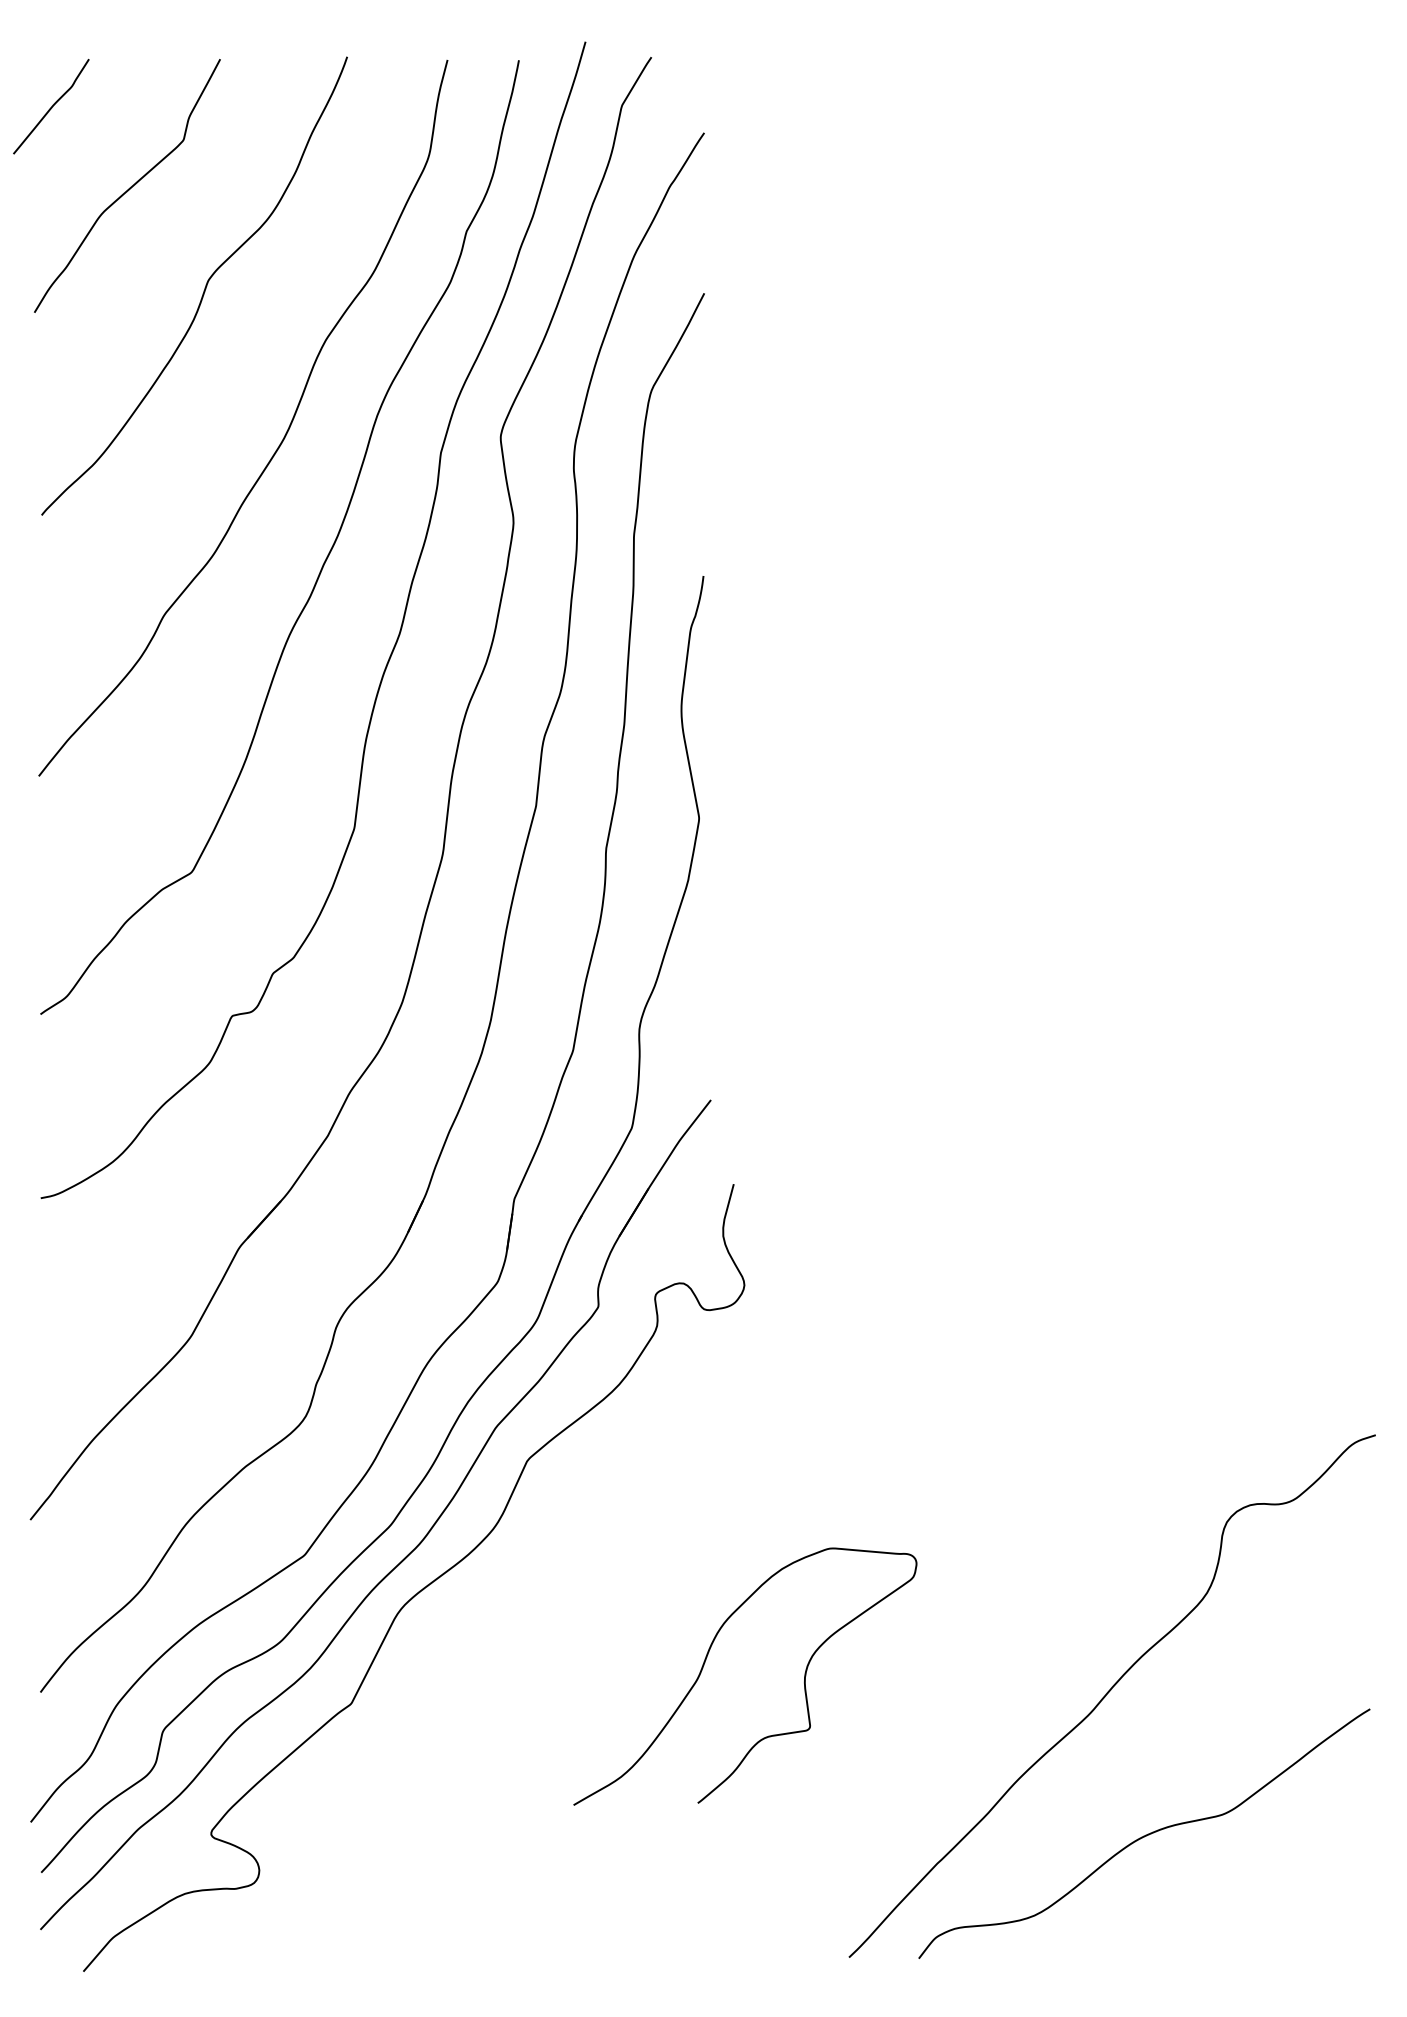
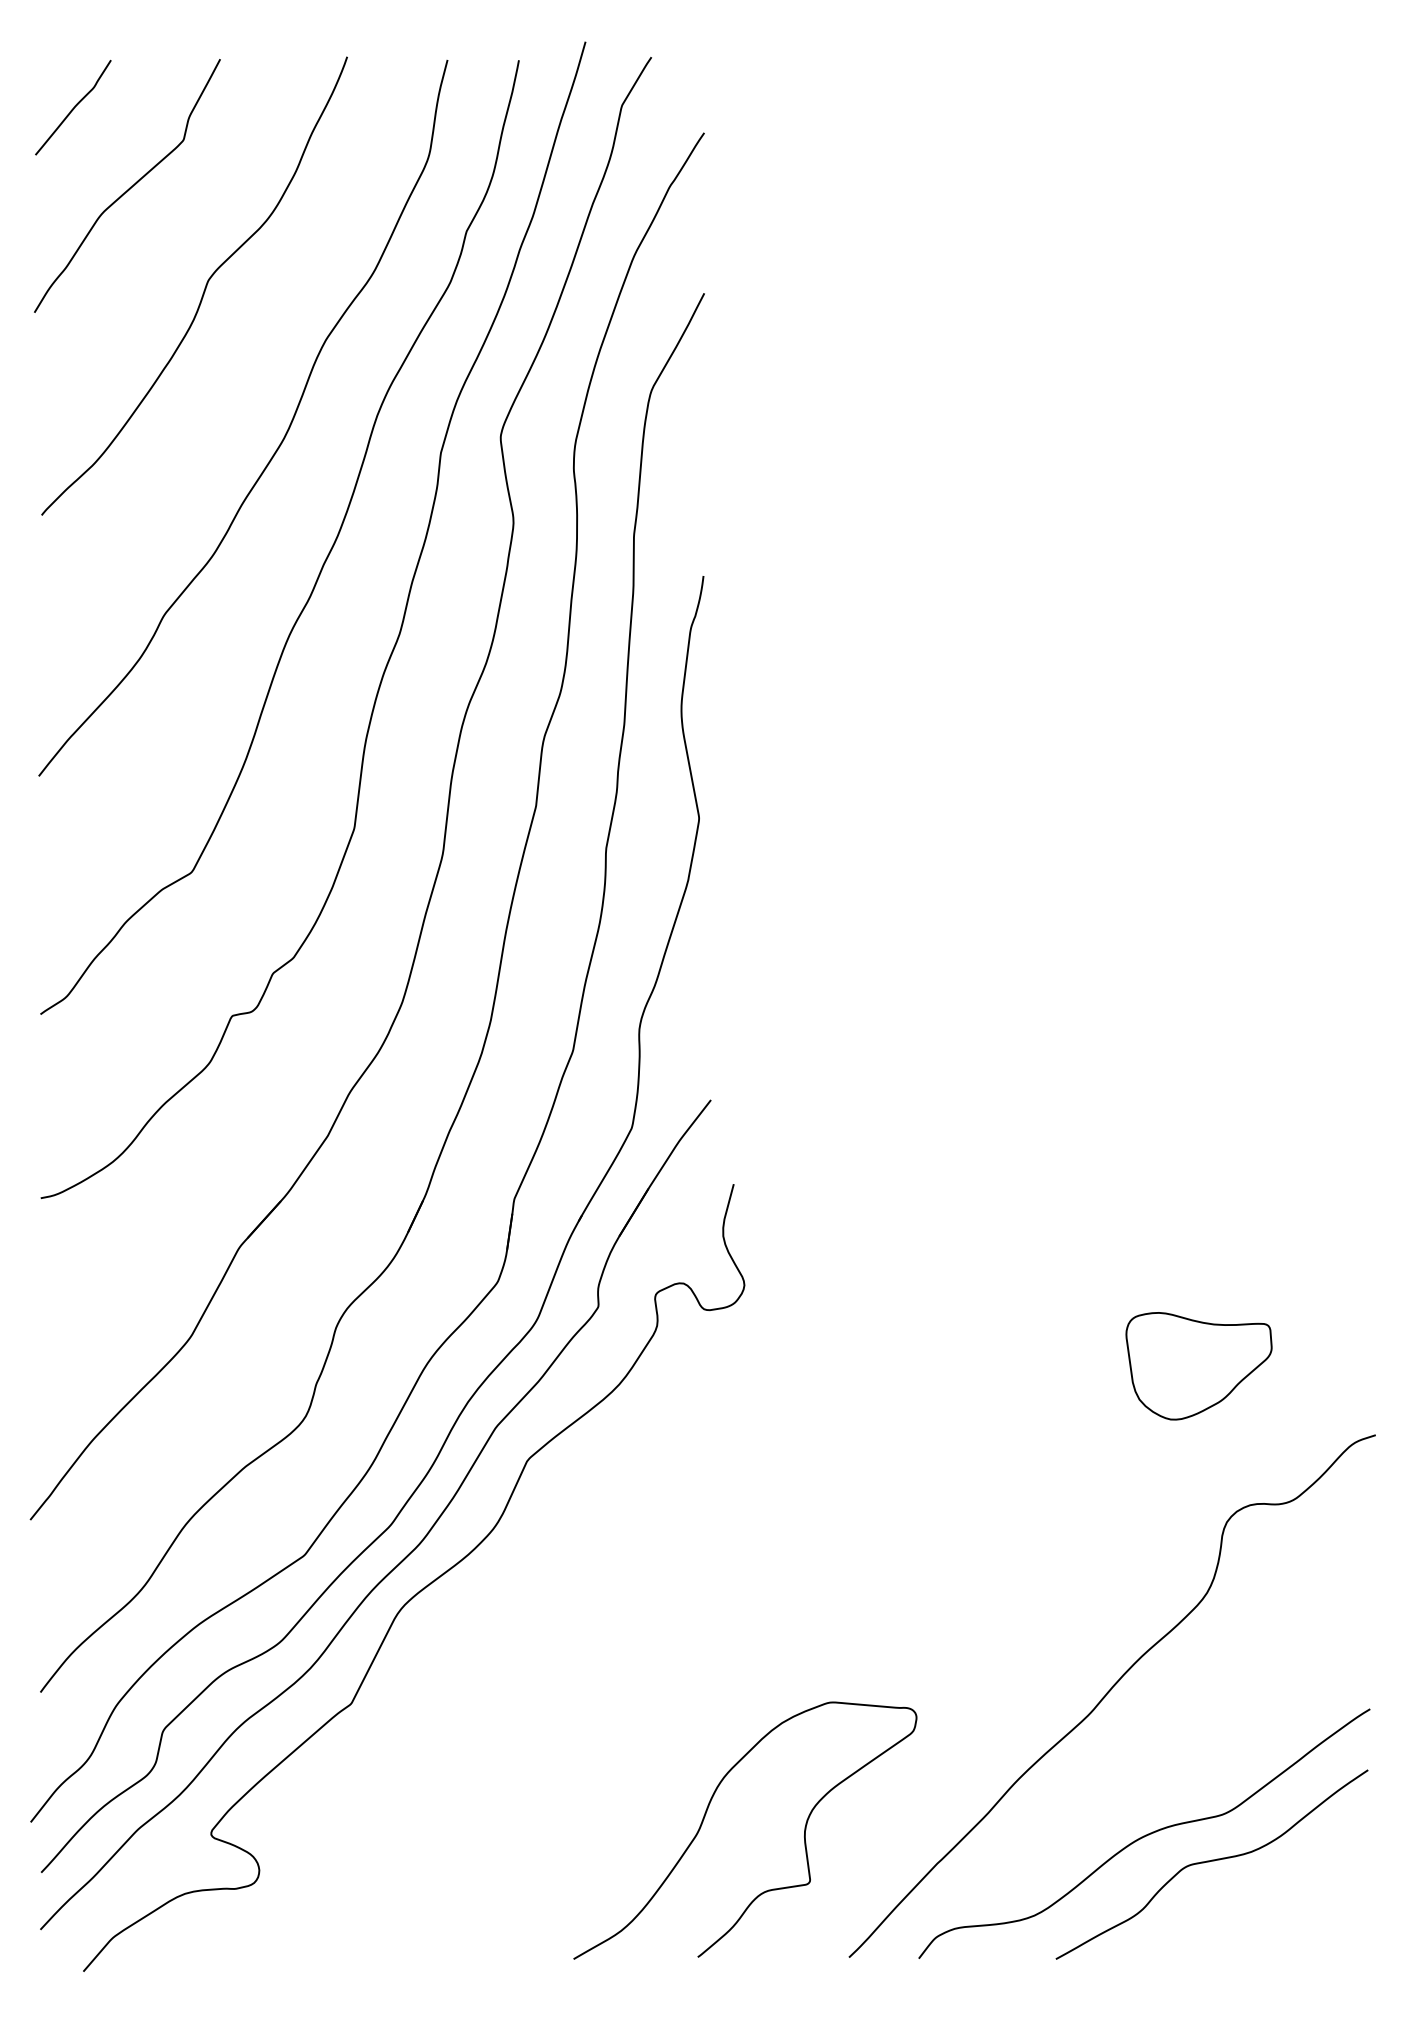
curve at (51, 106) position: (51, 106) -> (73, 107)
part at (1198, 1366): none -> present
curve at (706, 1660) position: (706, 1660) -> (706, 1814)
curve at (1209, 1862): none -> present
